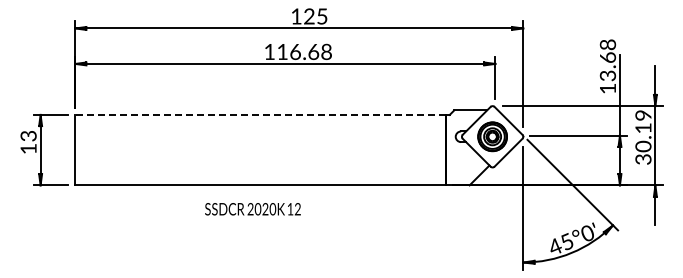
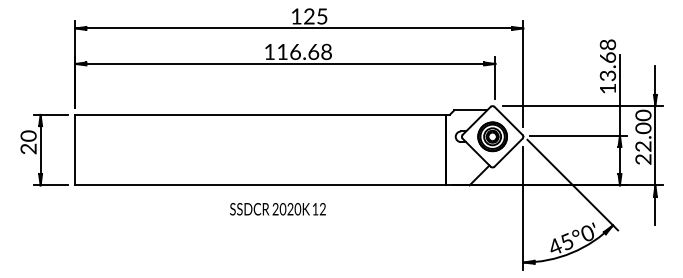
line at (259, 114): dashed -> solid
text at (643, 136): 30.19 -> 22.00
text at (28, 142): 13 -> 20
text at (252, 209) position: (252, 209) -> (277, 209)
